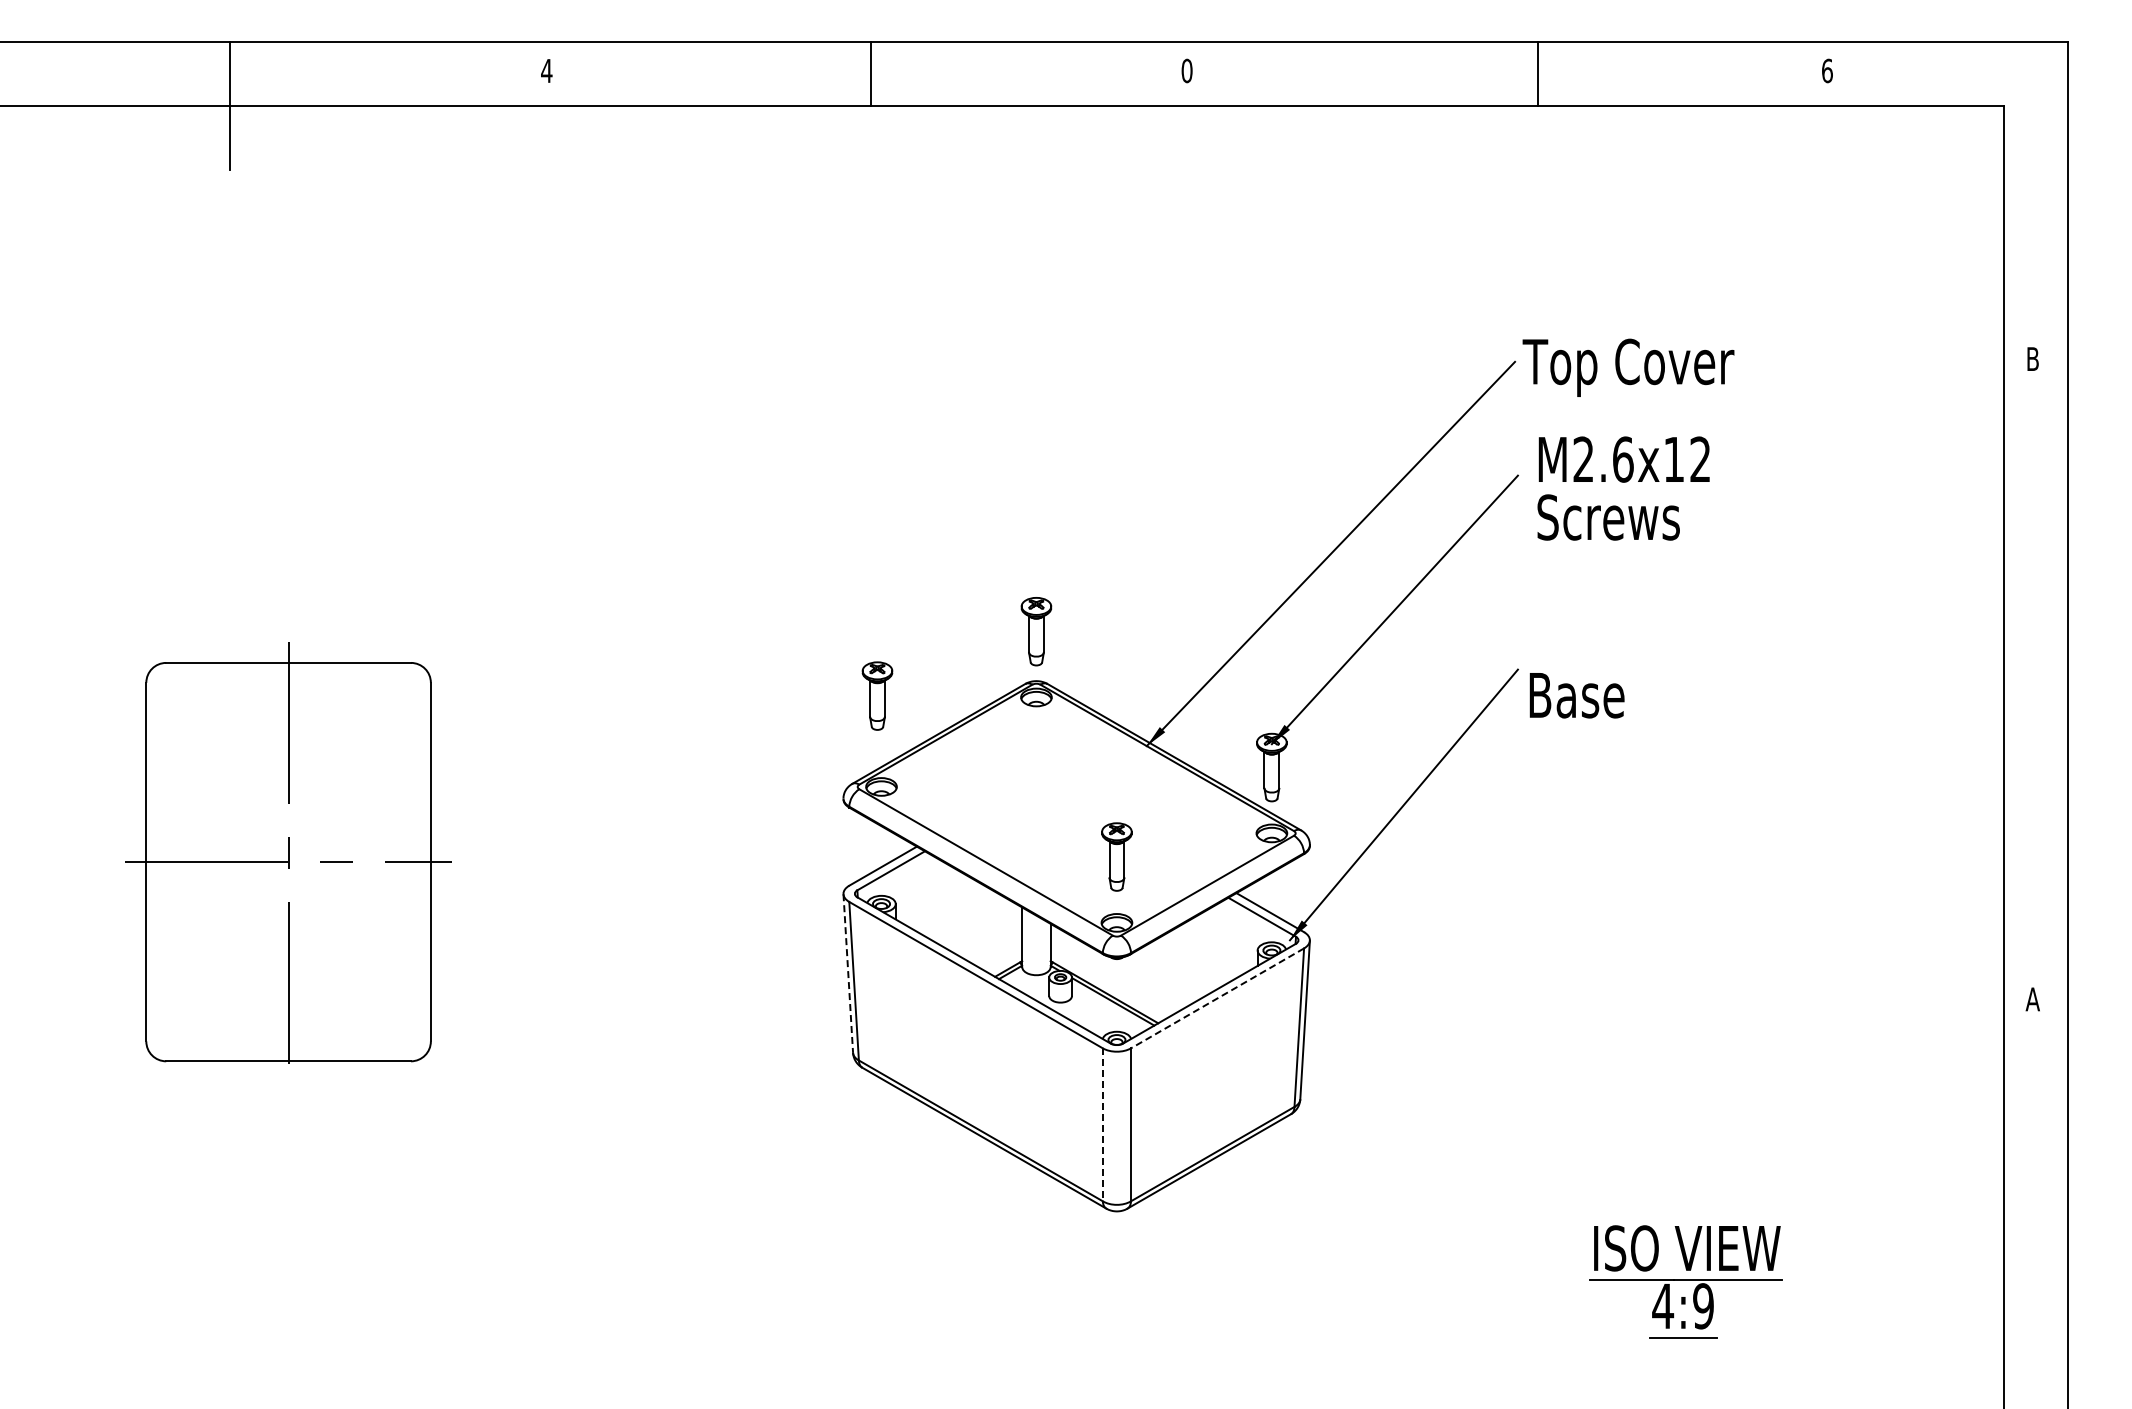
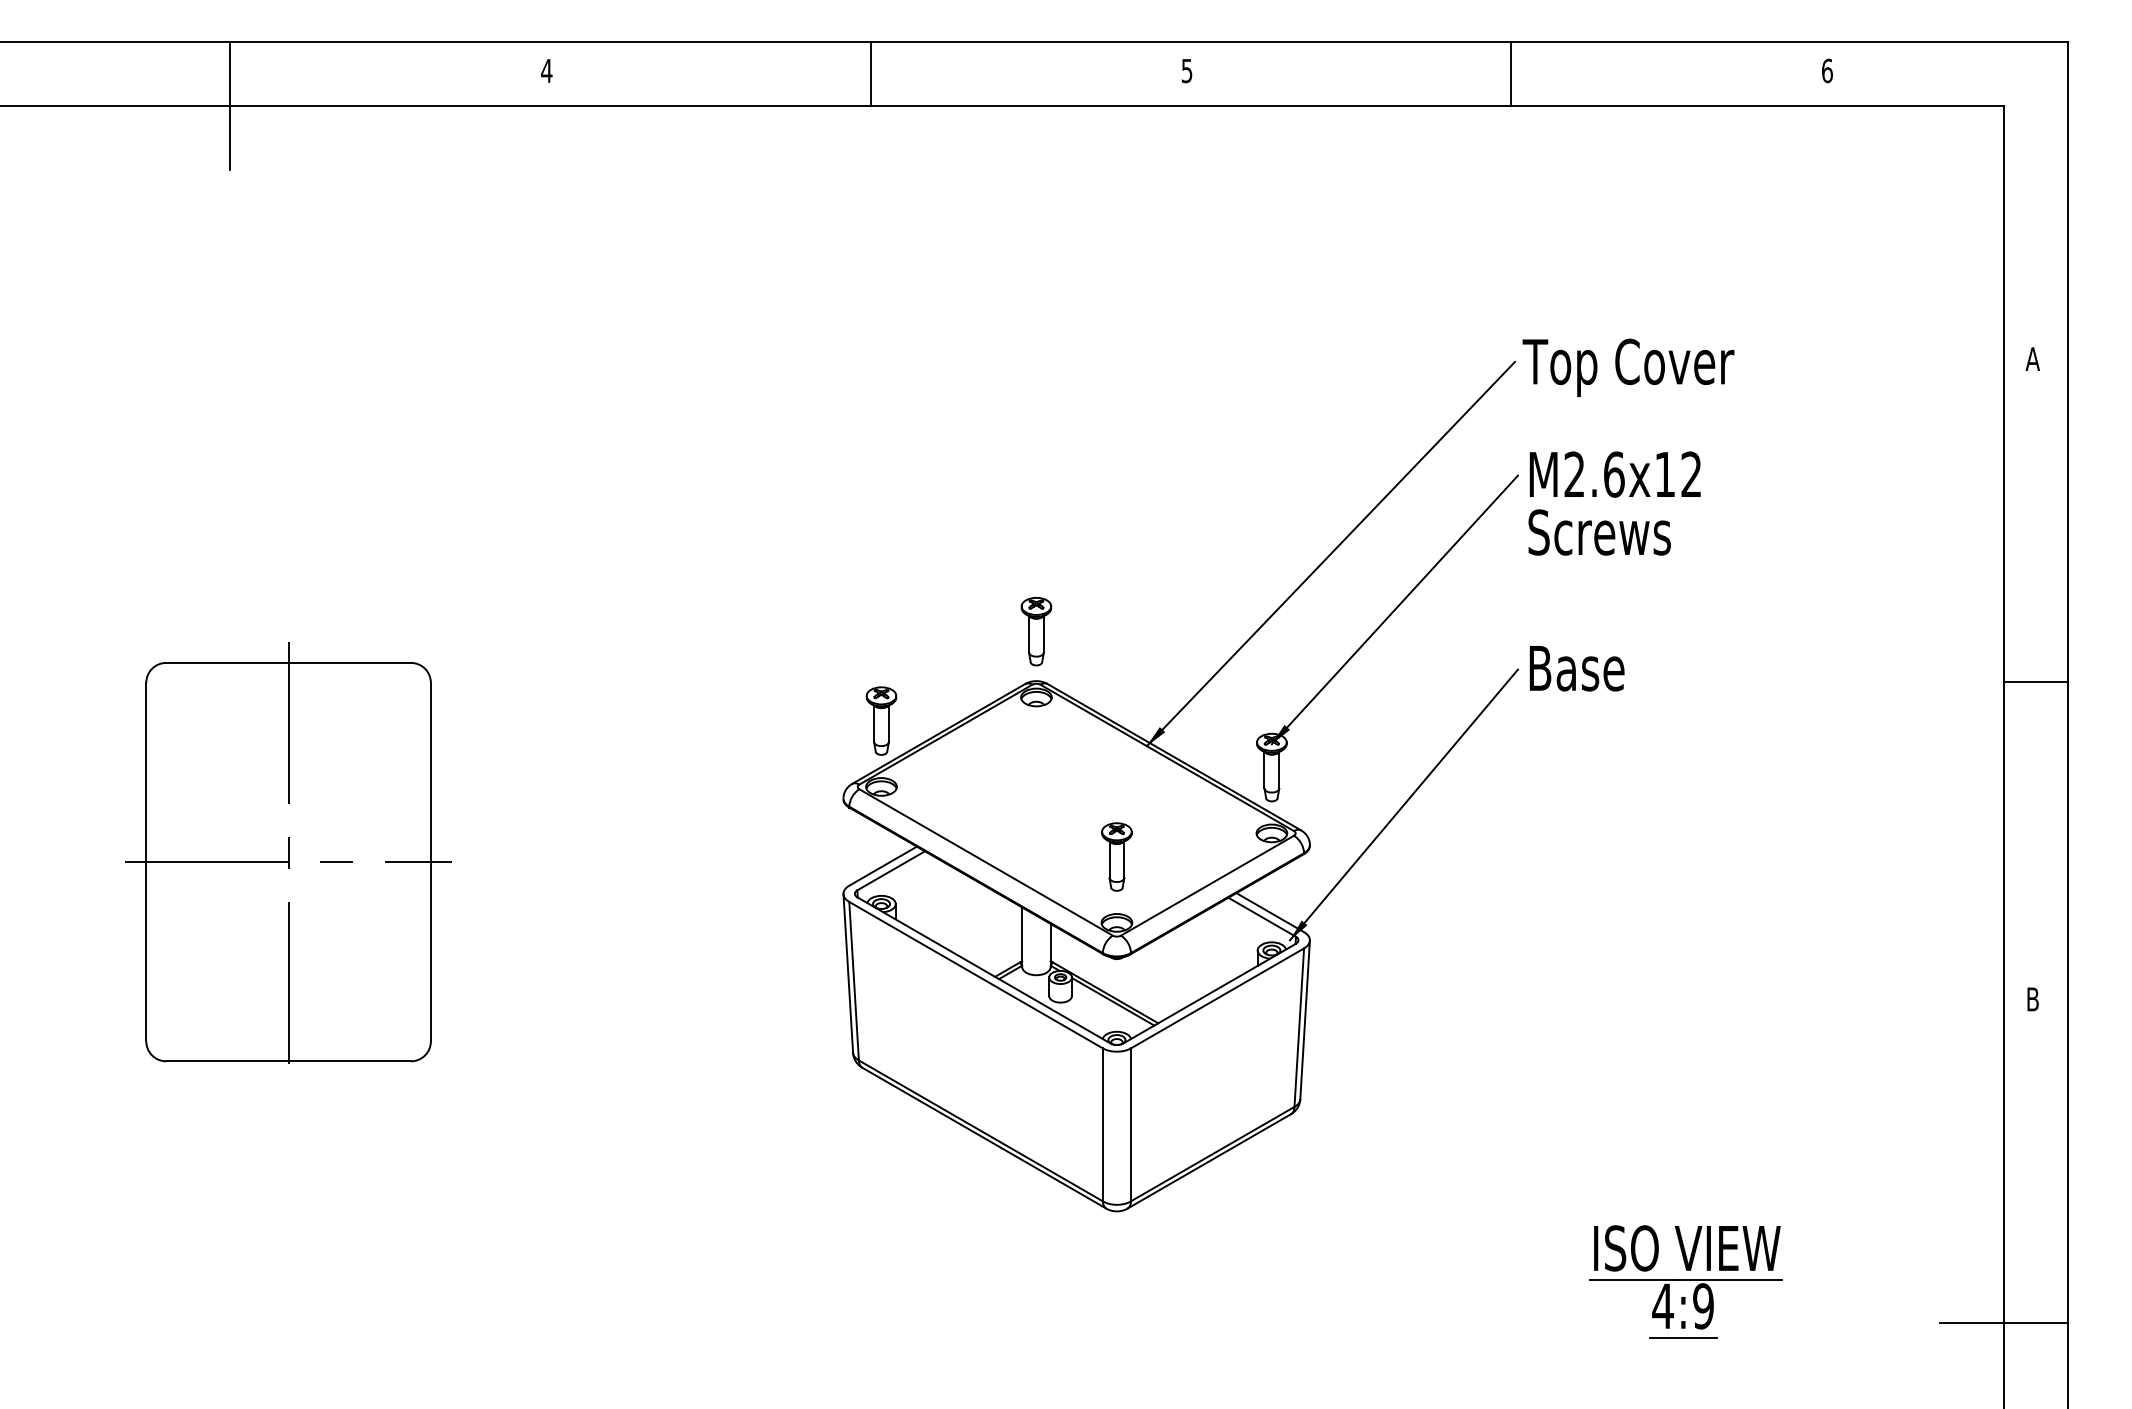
text at (1186, 70): 0 -> 5
line at (1537, 74) position: (1537, 74) -> (1510, 74)
text at (2032, 358): B -> A
text at (1623, 488) position: (1623, 488) -> (1614, 503)
line at (2036, 682): none -> present
part at (877, 695) position: (877, 695) -> (881, 720)
text at (1576, 695) position: (1576, 695) -> (1576, 668)
line at (848, 974): dashed -> solid
line at (1217, 998): dashed -> solid
text at (2032, 999): A -> B
line at (1102, 1125): dashed -> solid
line at (2003, 1322): none -> present
